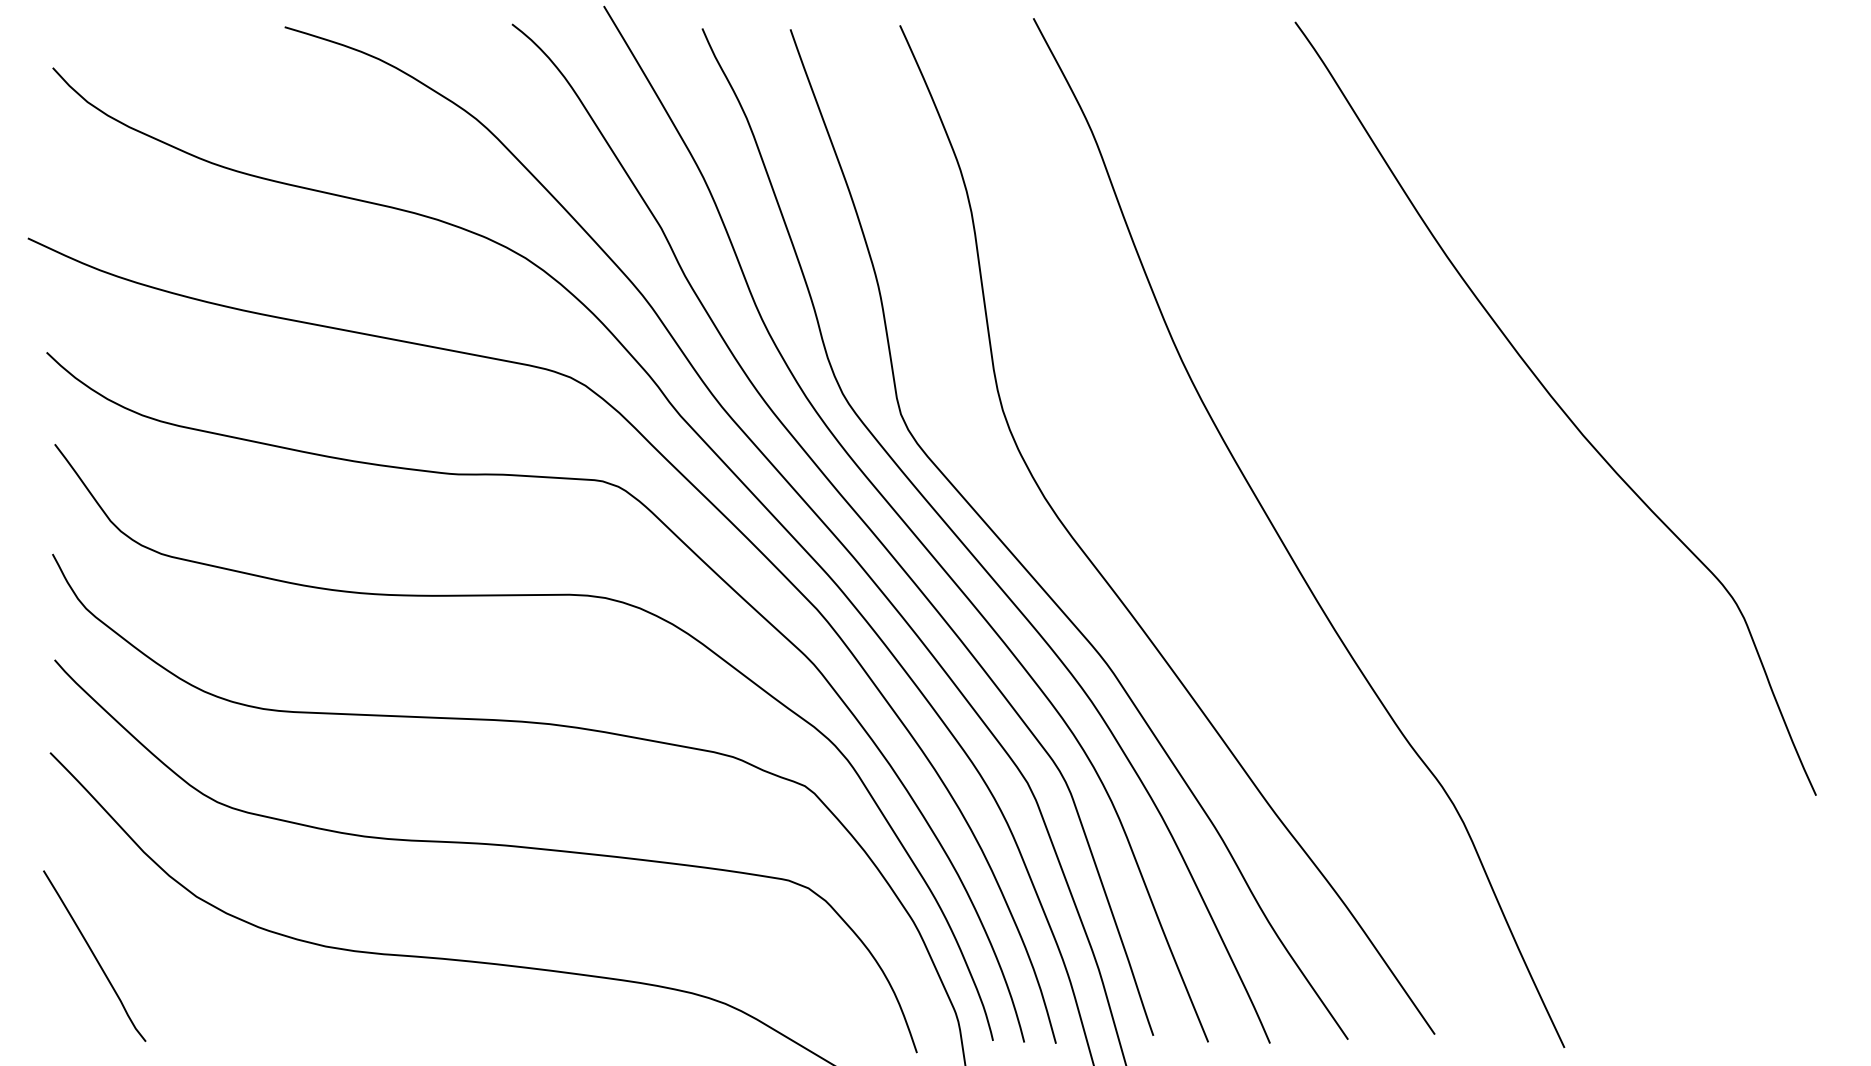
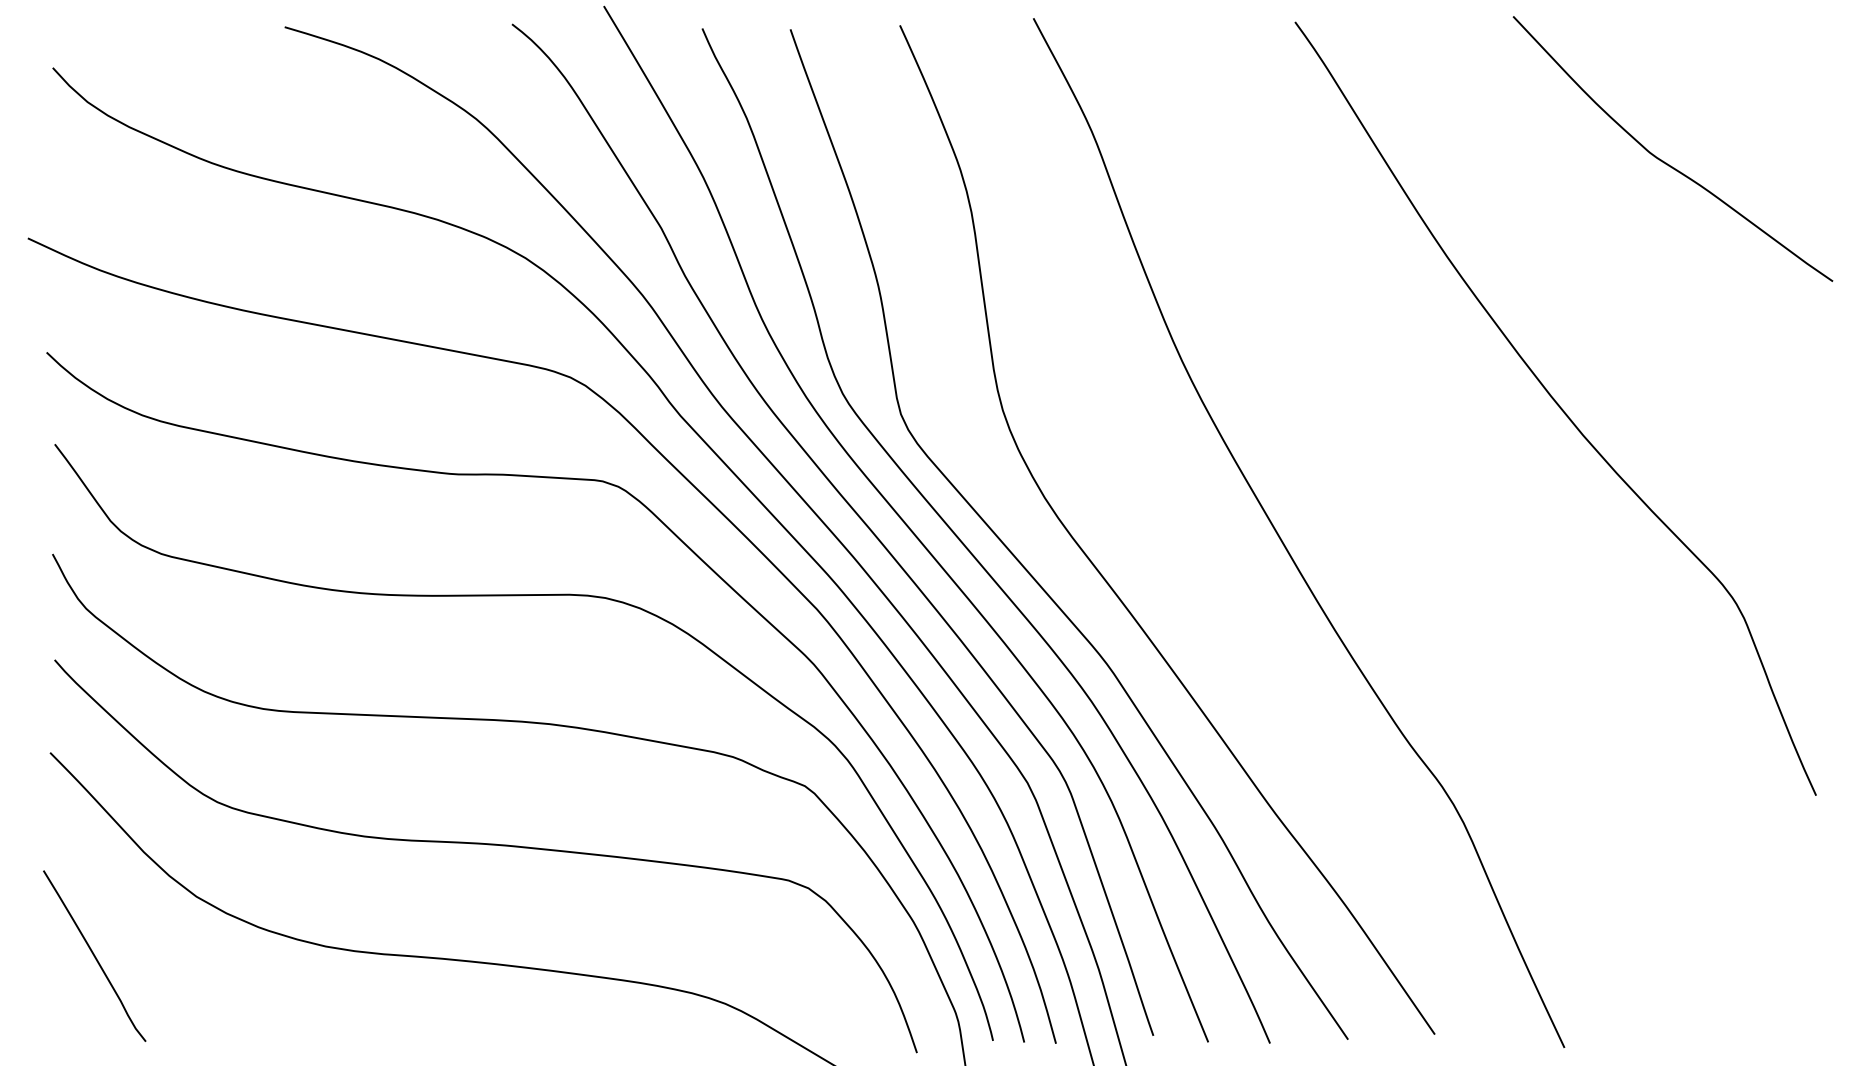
curve at (1663, 160): none -> present
